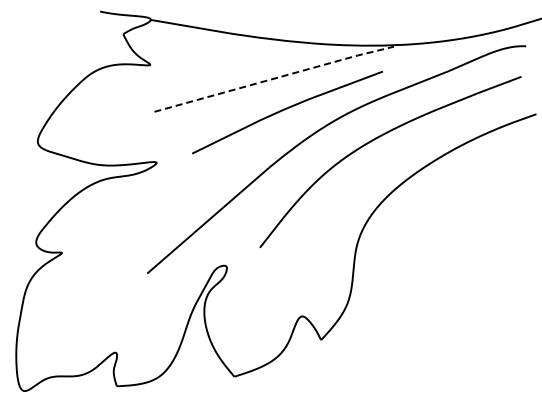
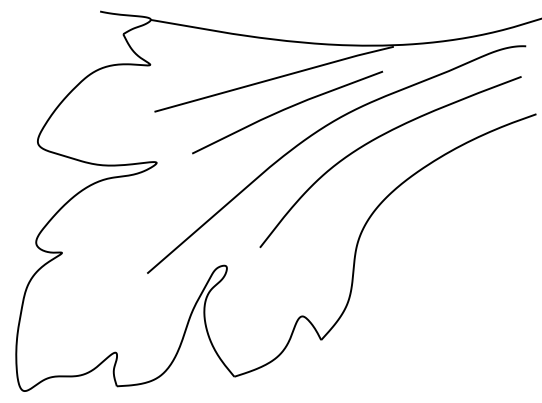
line at (274, 78): dashed -> solid
